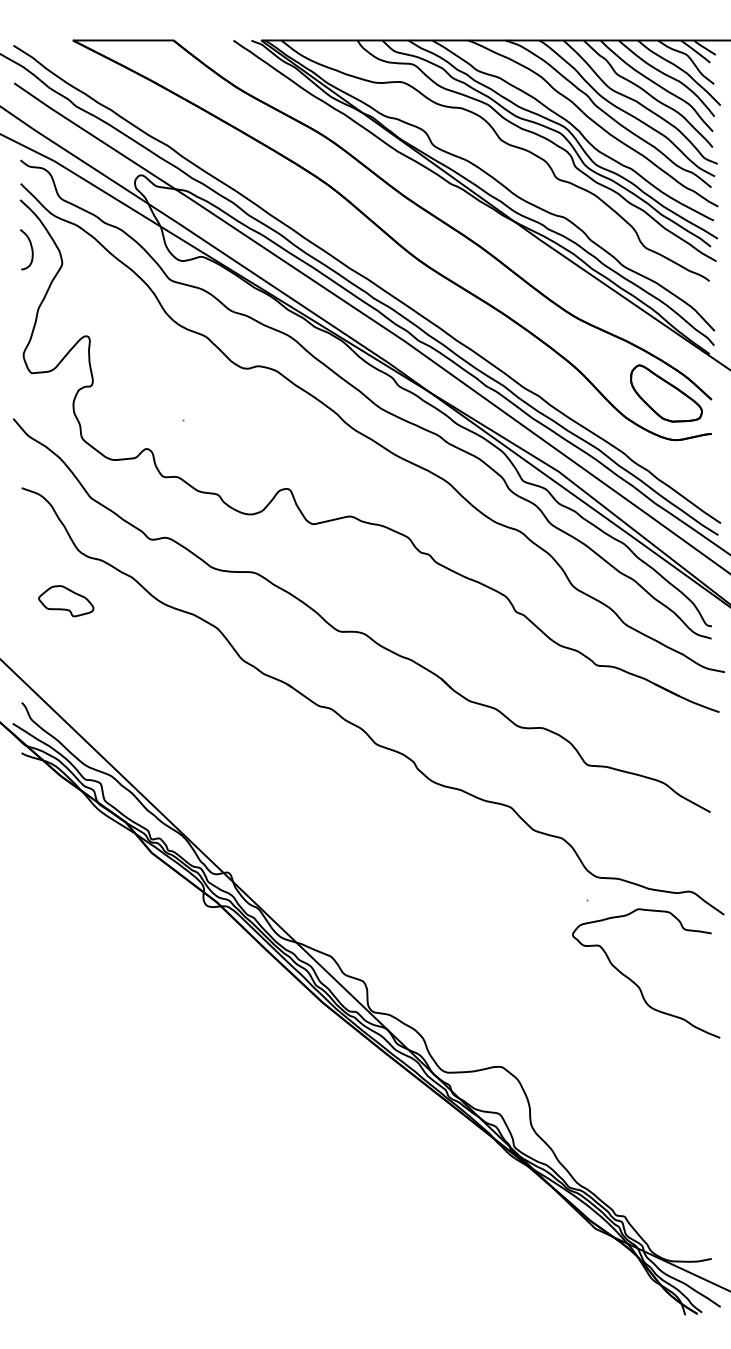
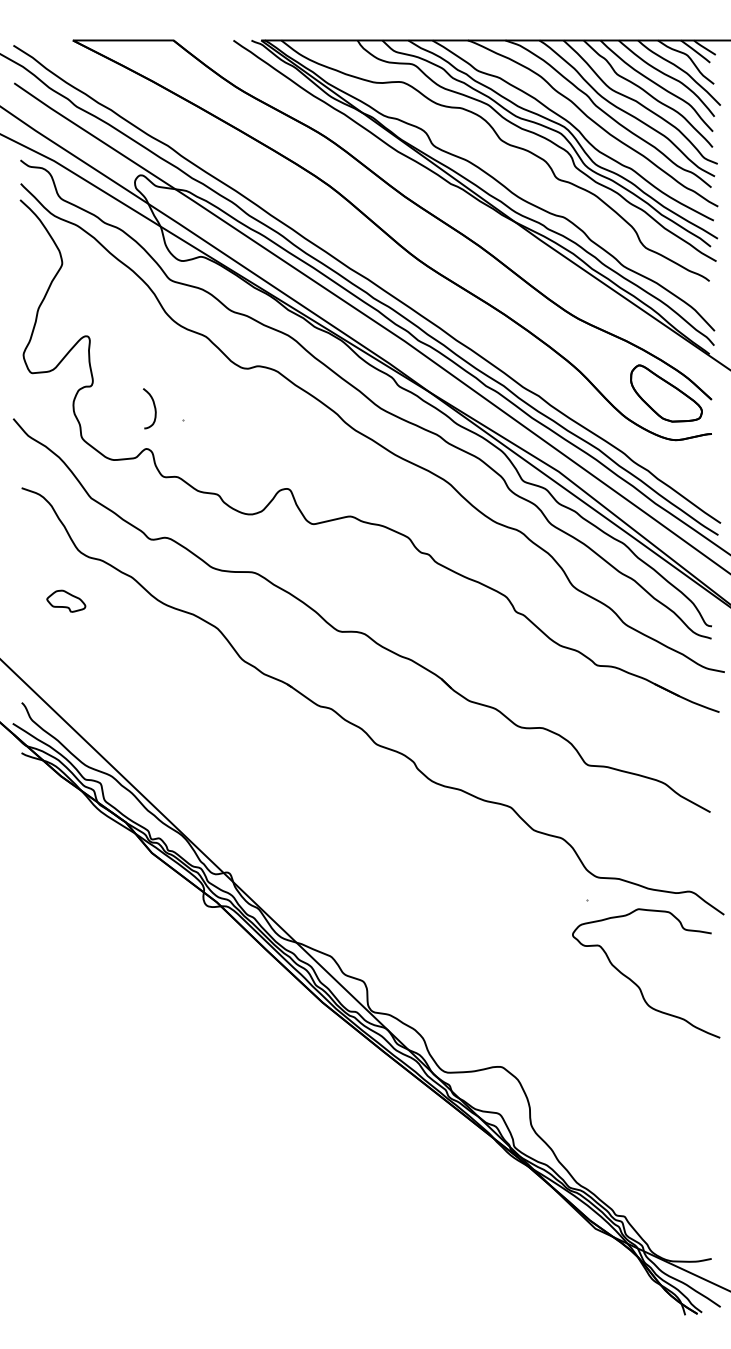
curve at (30, 246) position: (30, 246) -> (153, 405)
part at (66, 601) size: 57x33 px -> 41x24 px
